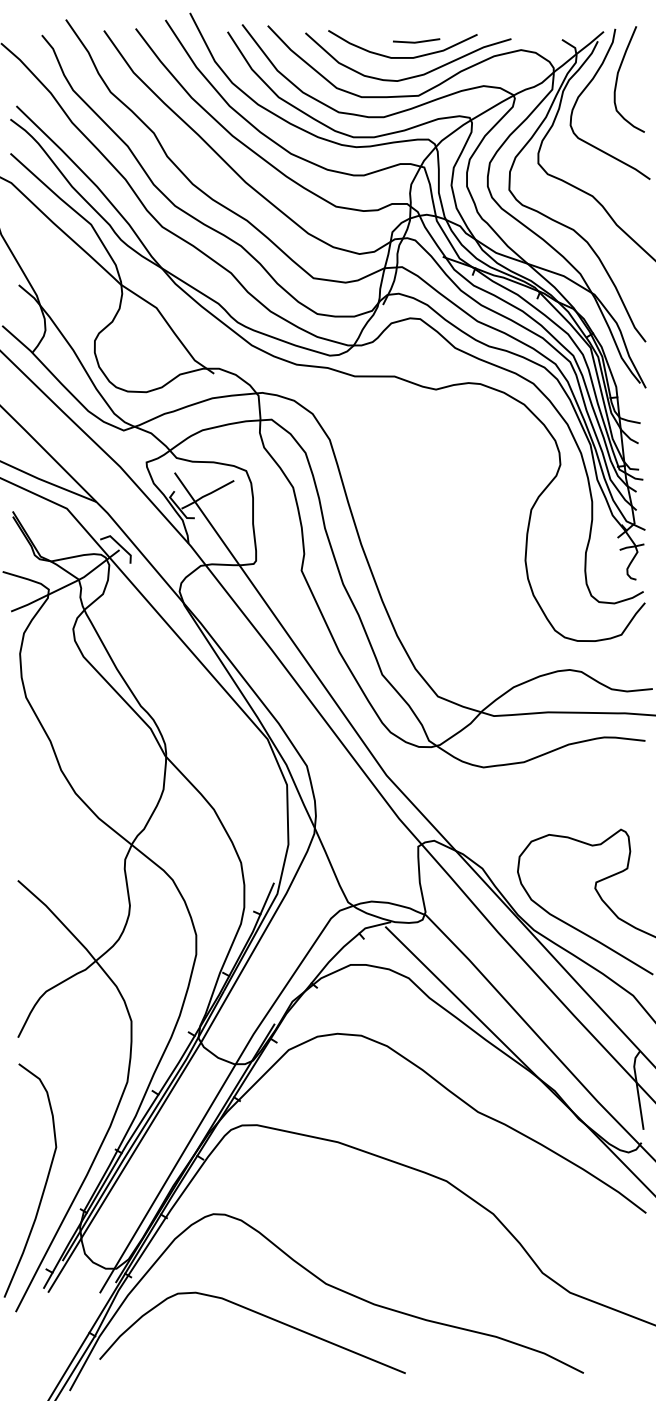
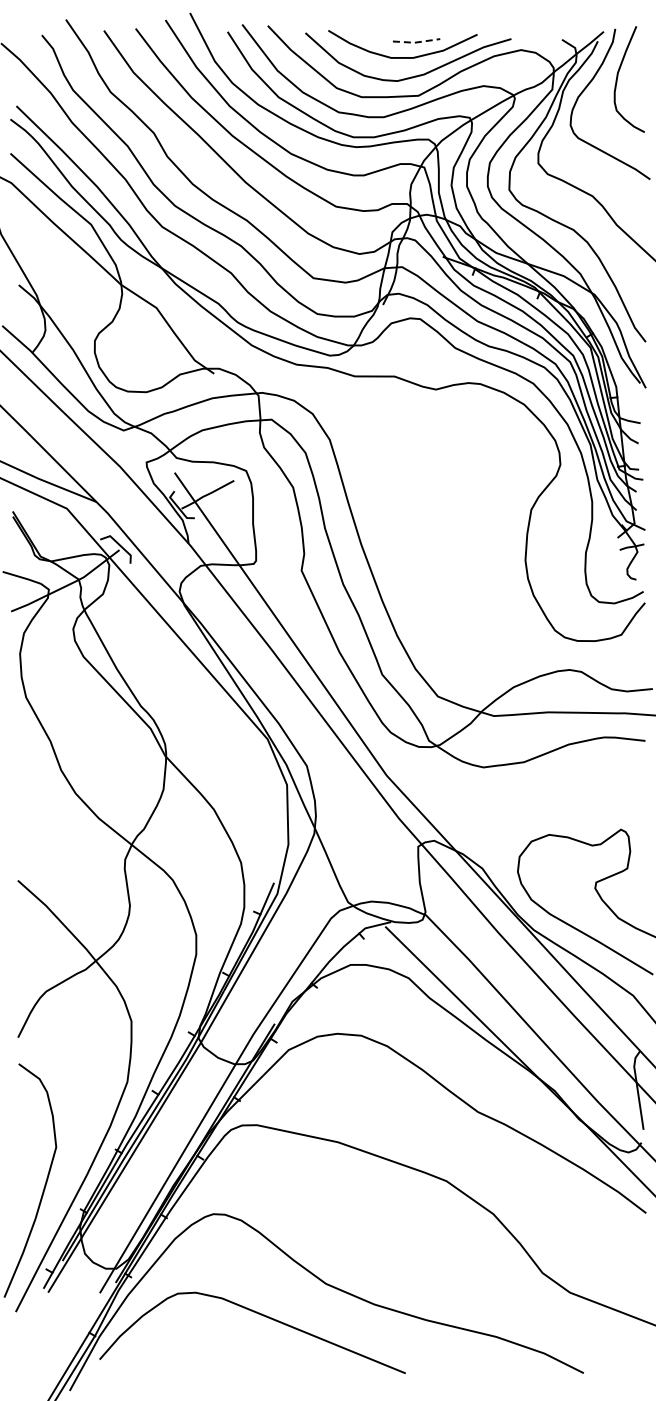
line at (416, 42): solid -> dashed
